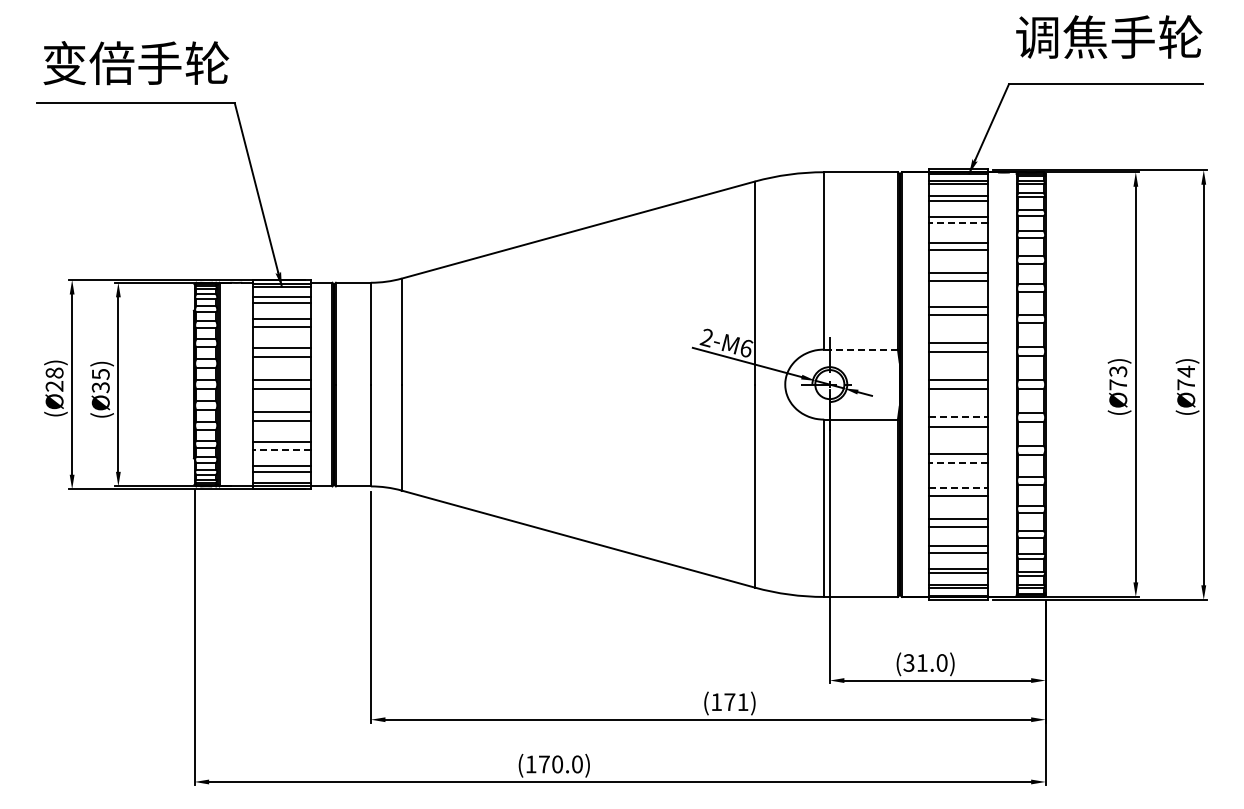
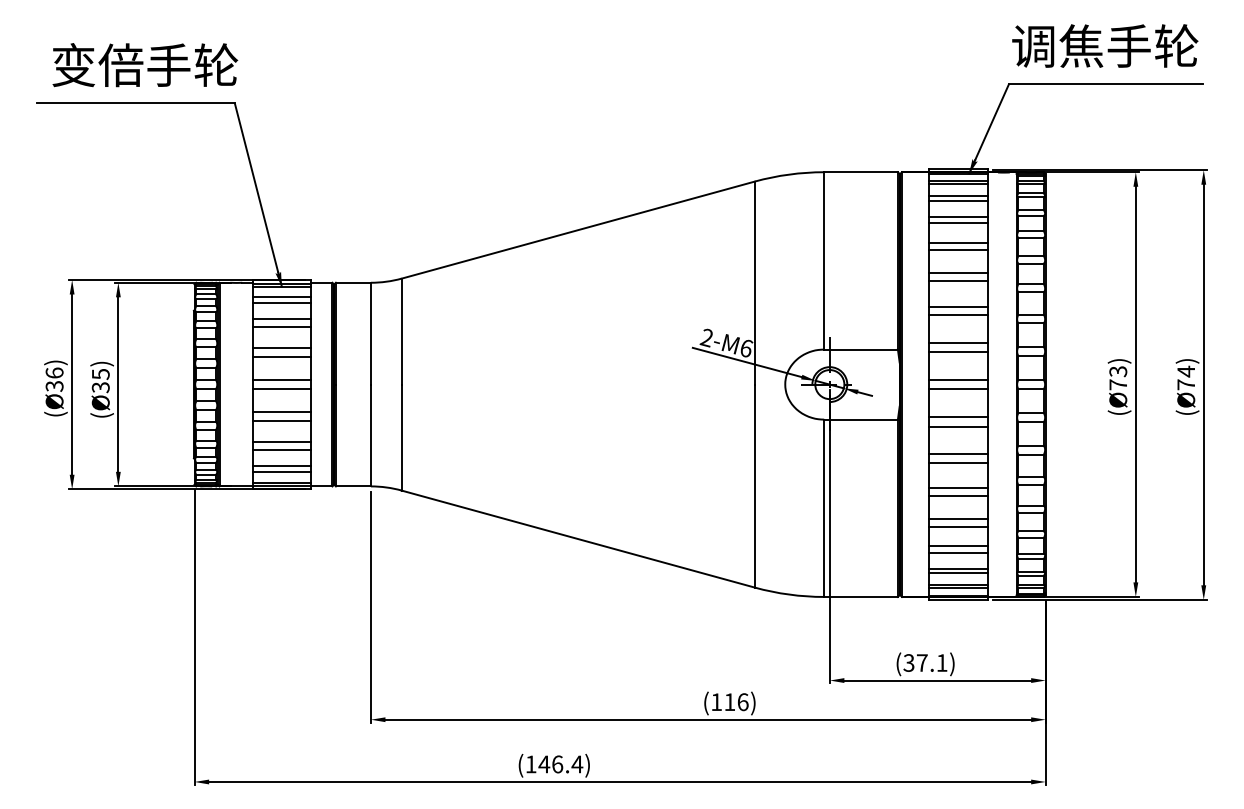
text at (1109, 36) position: (1109, 36) -> (1105, 45)
text at (136, 63) position: (136, 63) -> (145, 65)
line at (957, 222): dashed -> solid
line at (861, 349): dashed -> solid
text at (54, 379): (Ø28) -> (Ø36)
line at (958, 417): dashed -> solid
line at (281, 449): dashed -> solid
line at (957, 462): dashed -> solid
line at (958, 488): dashed -> solid
text at (932, 662): (31.0) -> (37.1)
text at (736, 702): (171) -> (116)
text at (560, 764): (170.0) -> (146.4)
